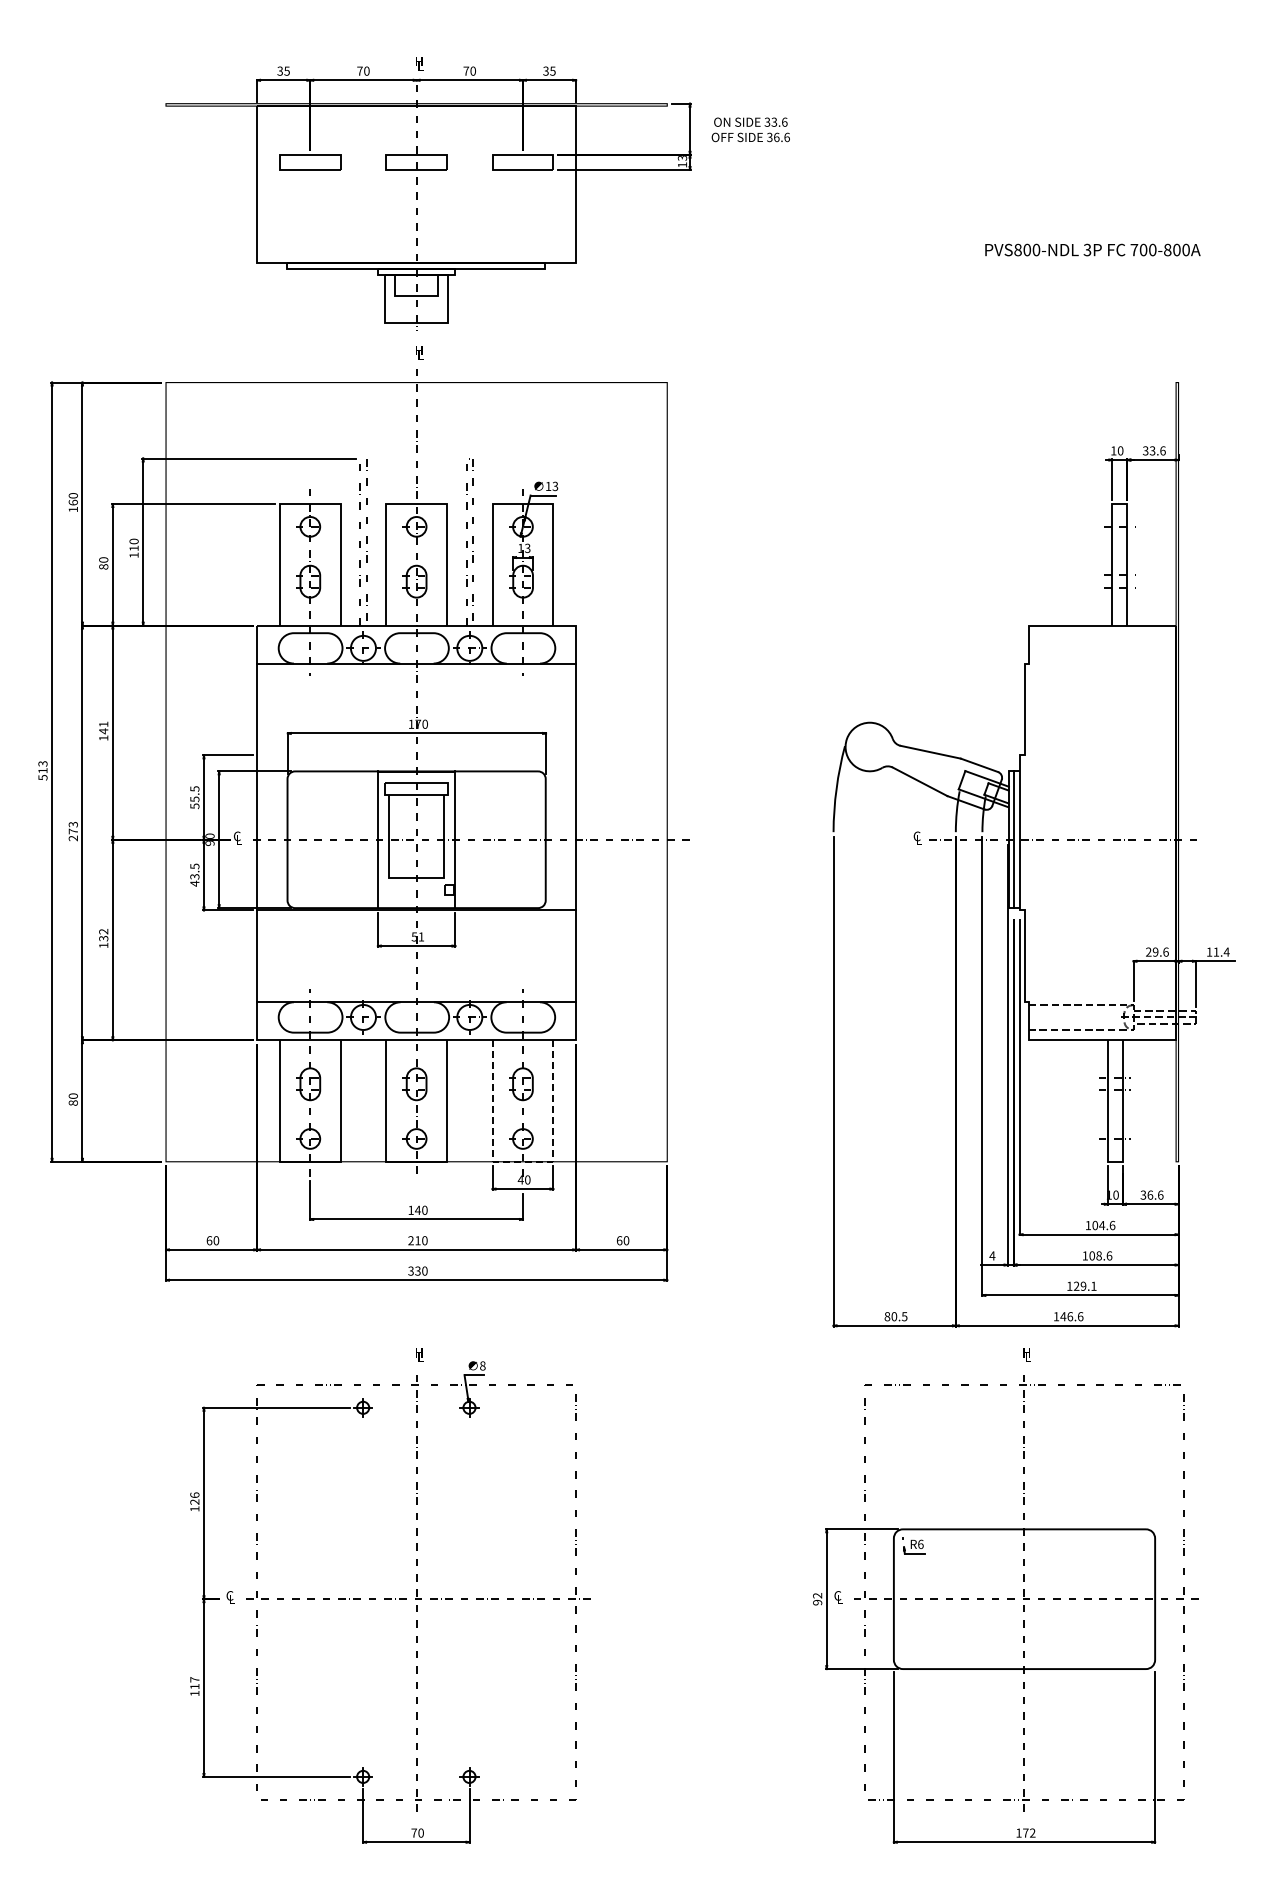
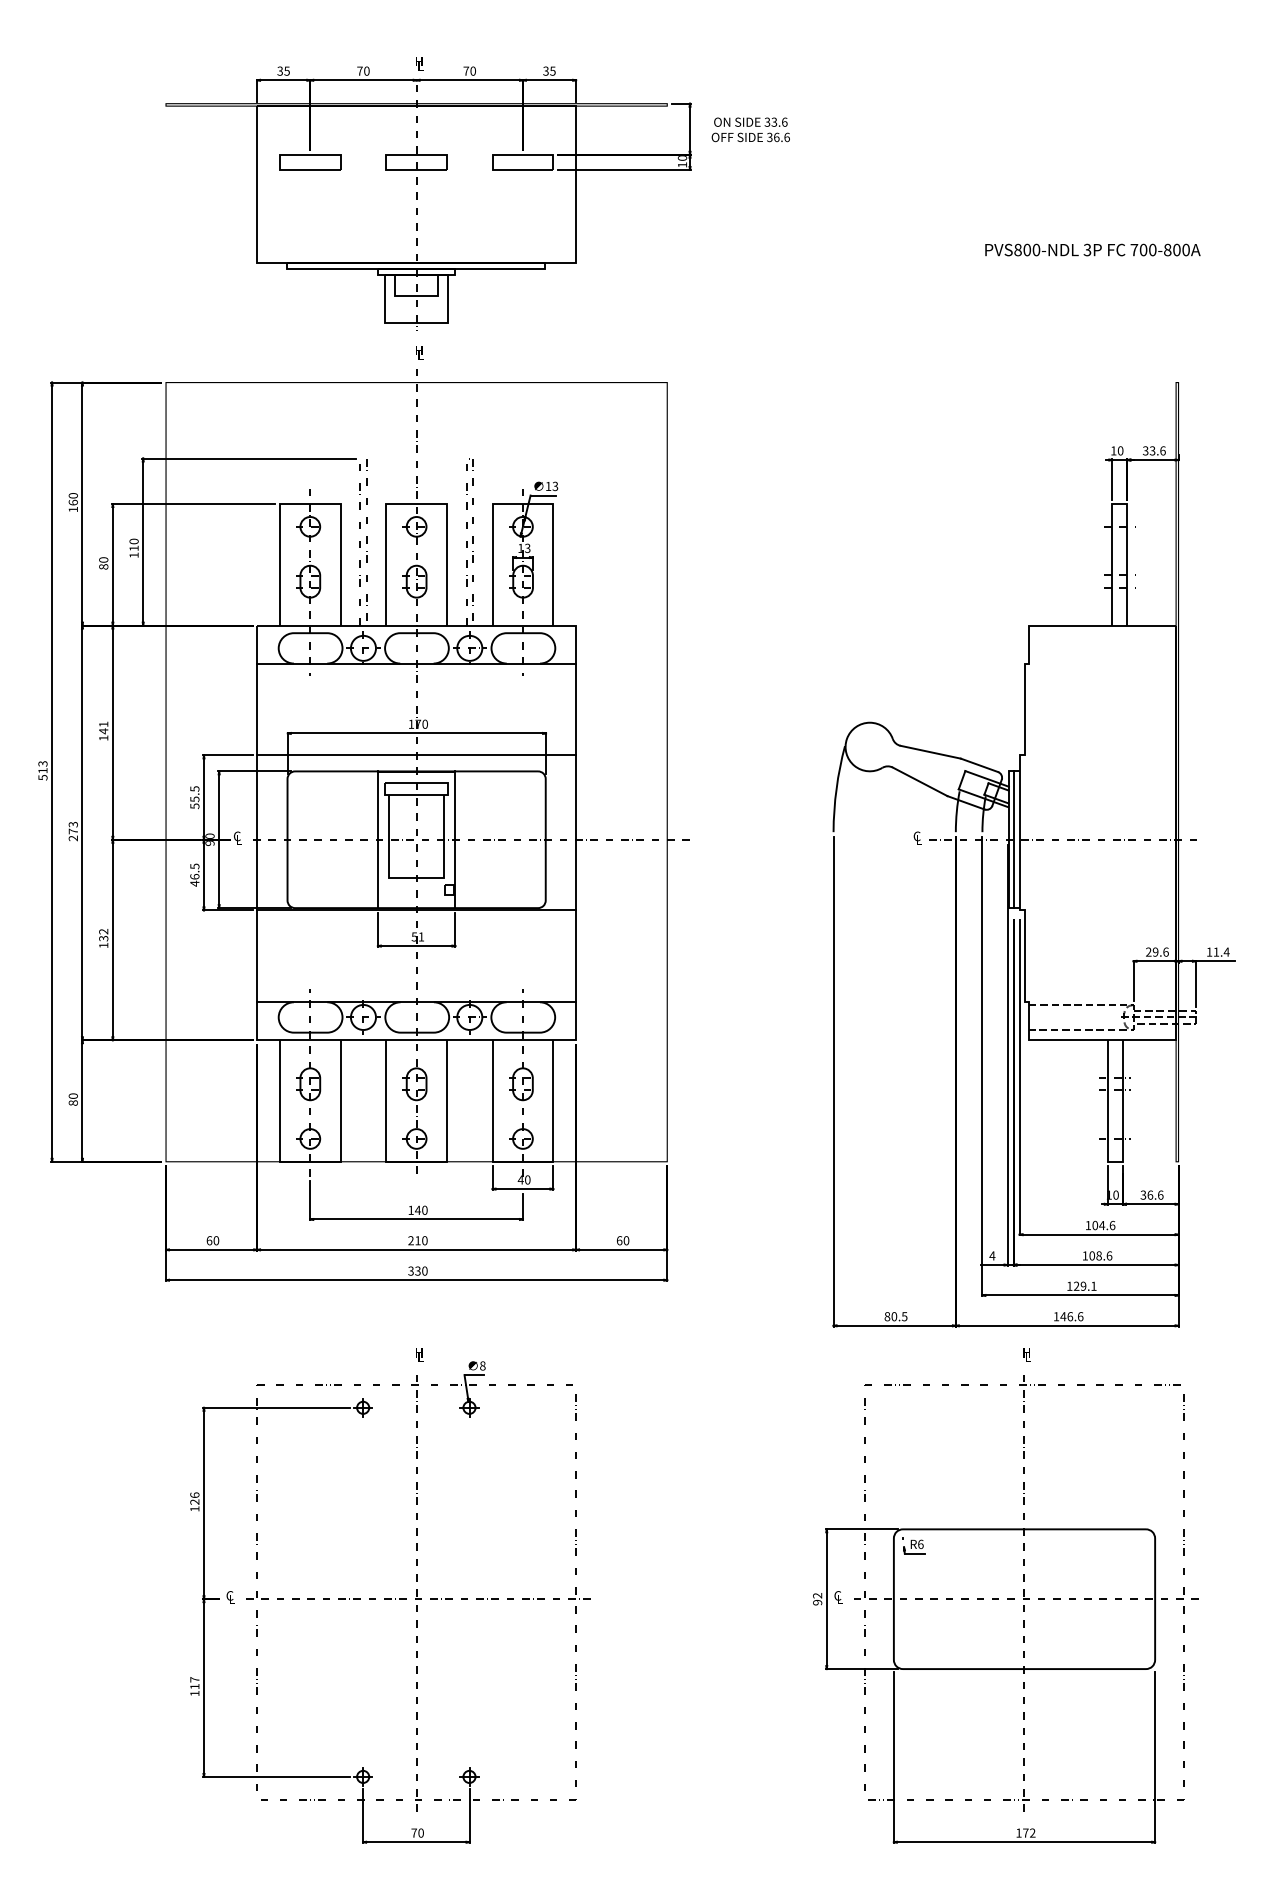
text at (682, 158): 13 -> 10
line at (416, 755): none -> present
text at (194, 876): 43.5 -> 46.5
line at (522, 1161): dashed -> solid
